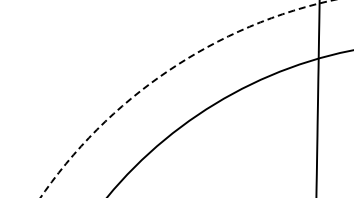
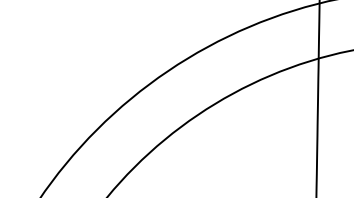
circle at (186, 98): dashed -> solid
